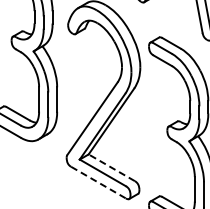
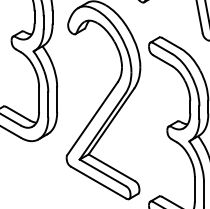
line at (111, 167): dashed -> solid
line at (98, 182): dashed -> solid
